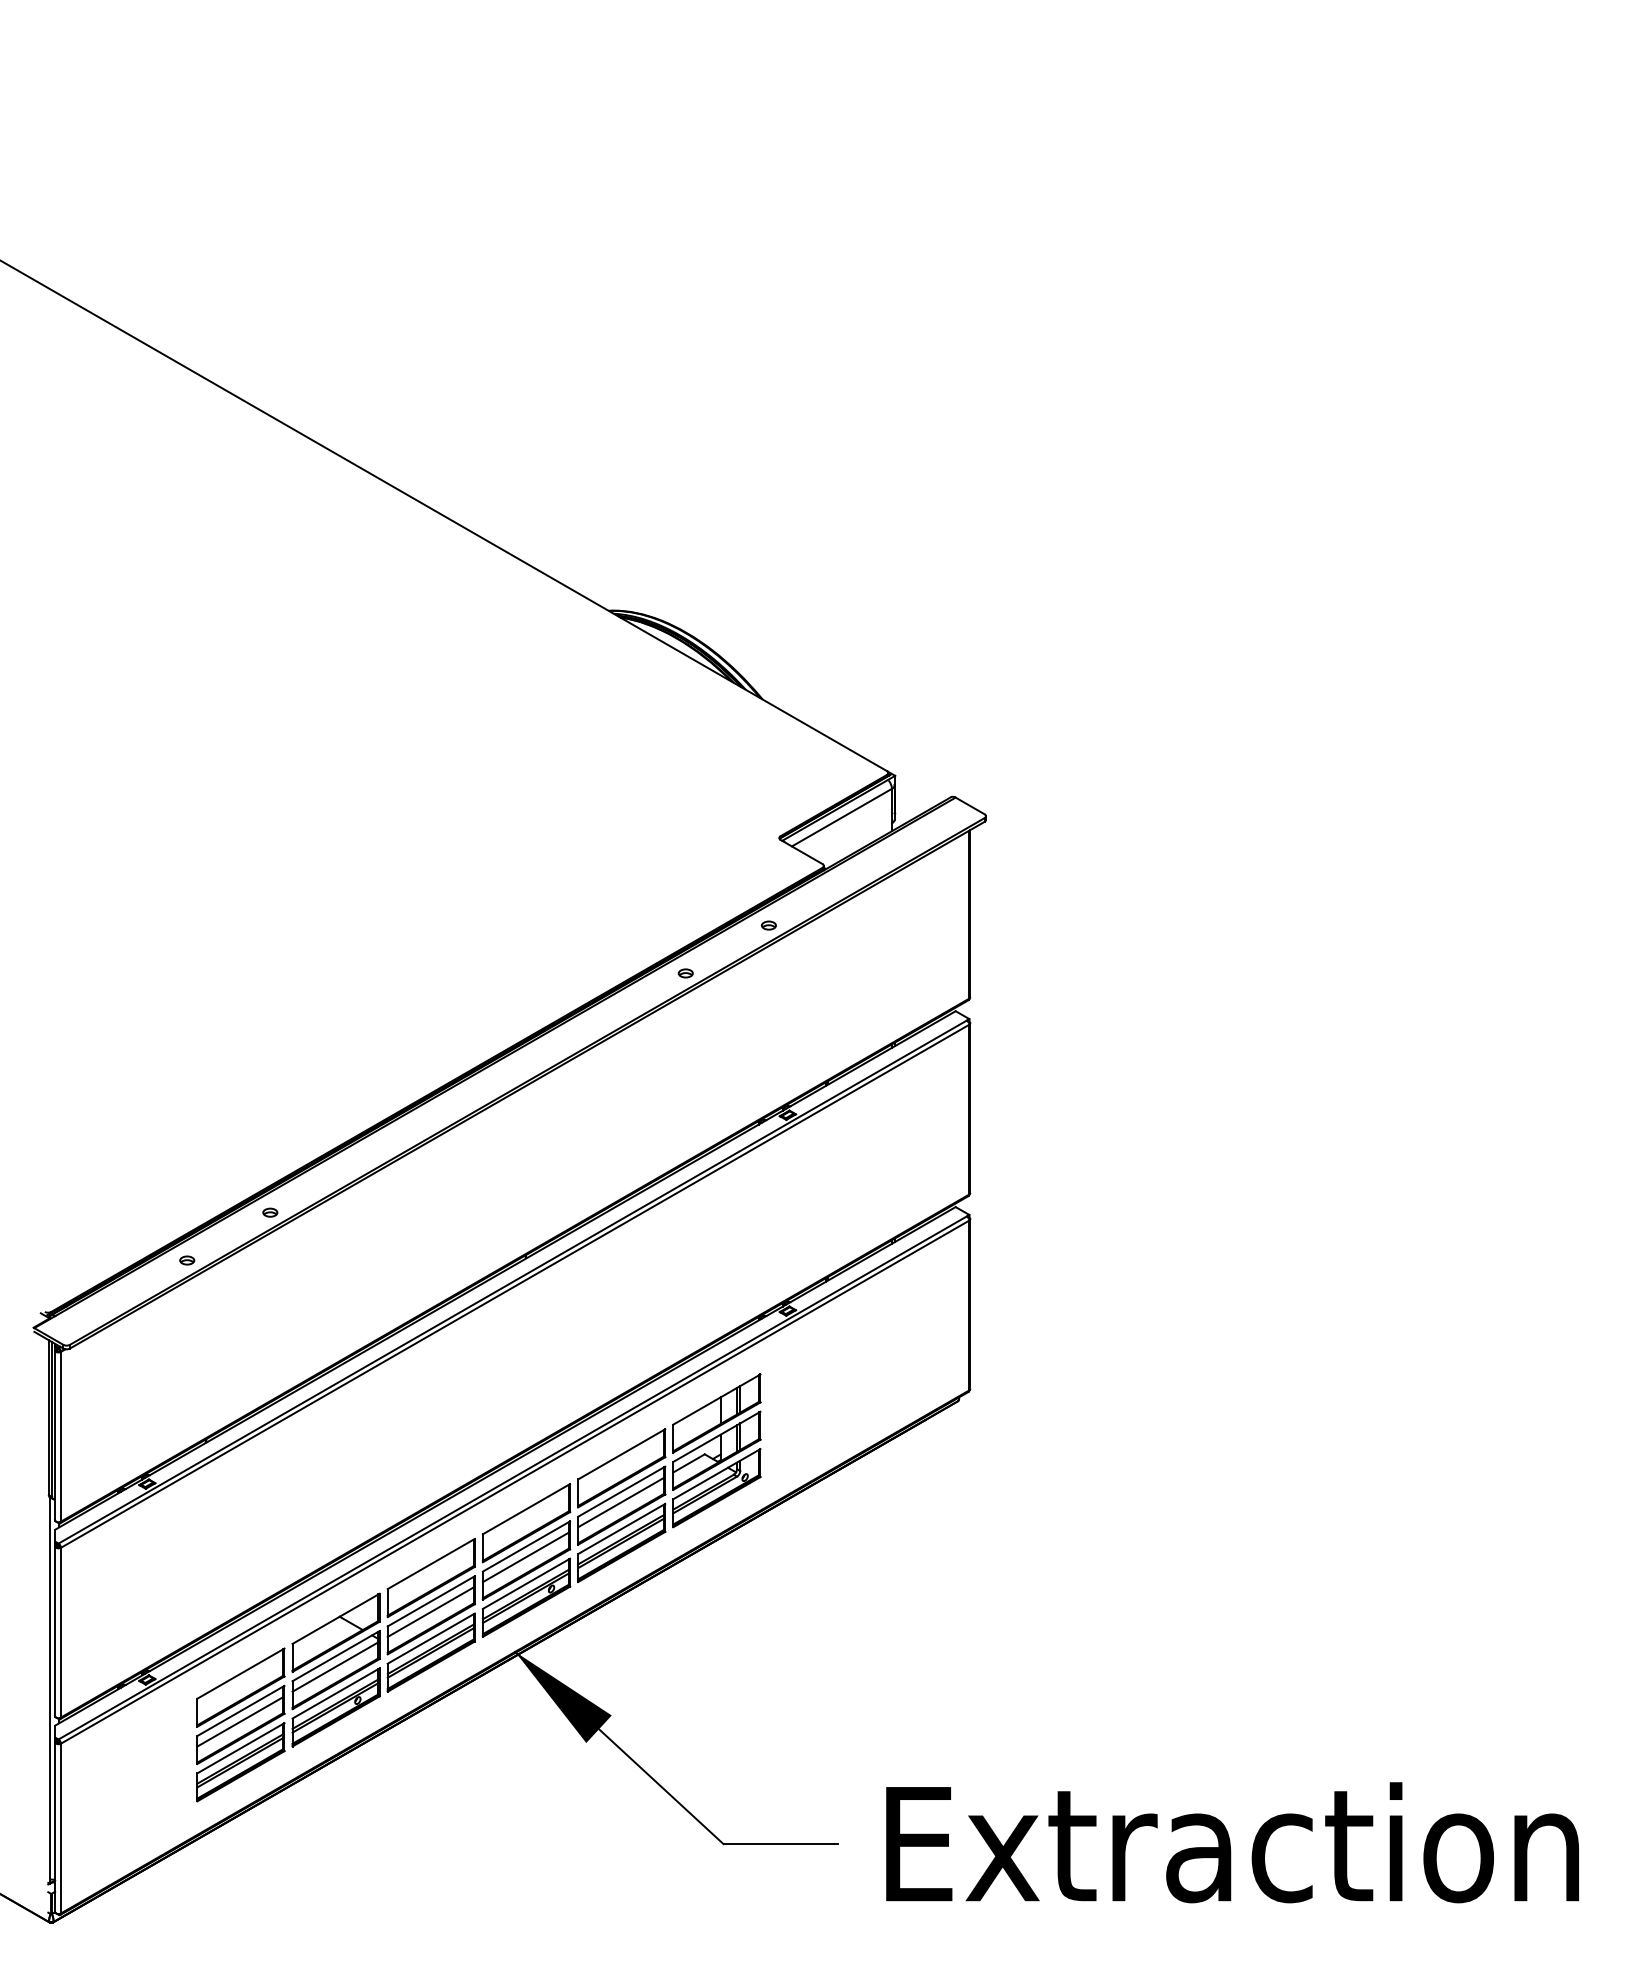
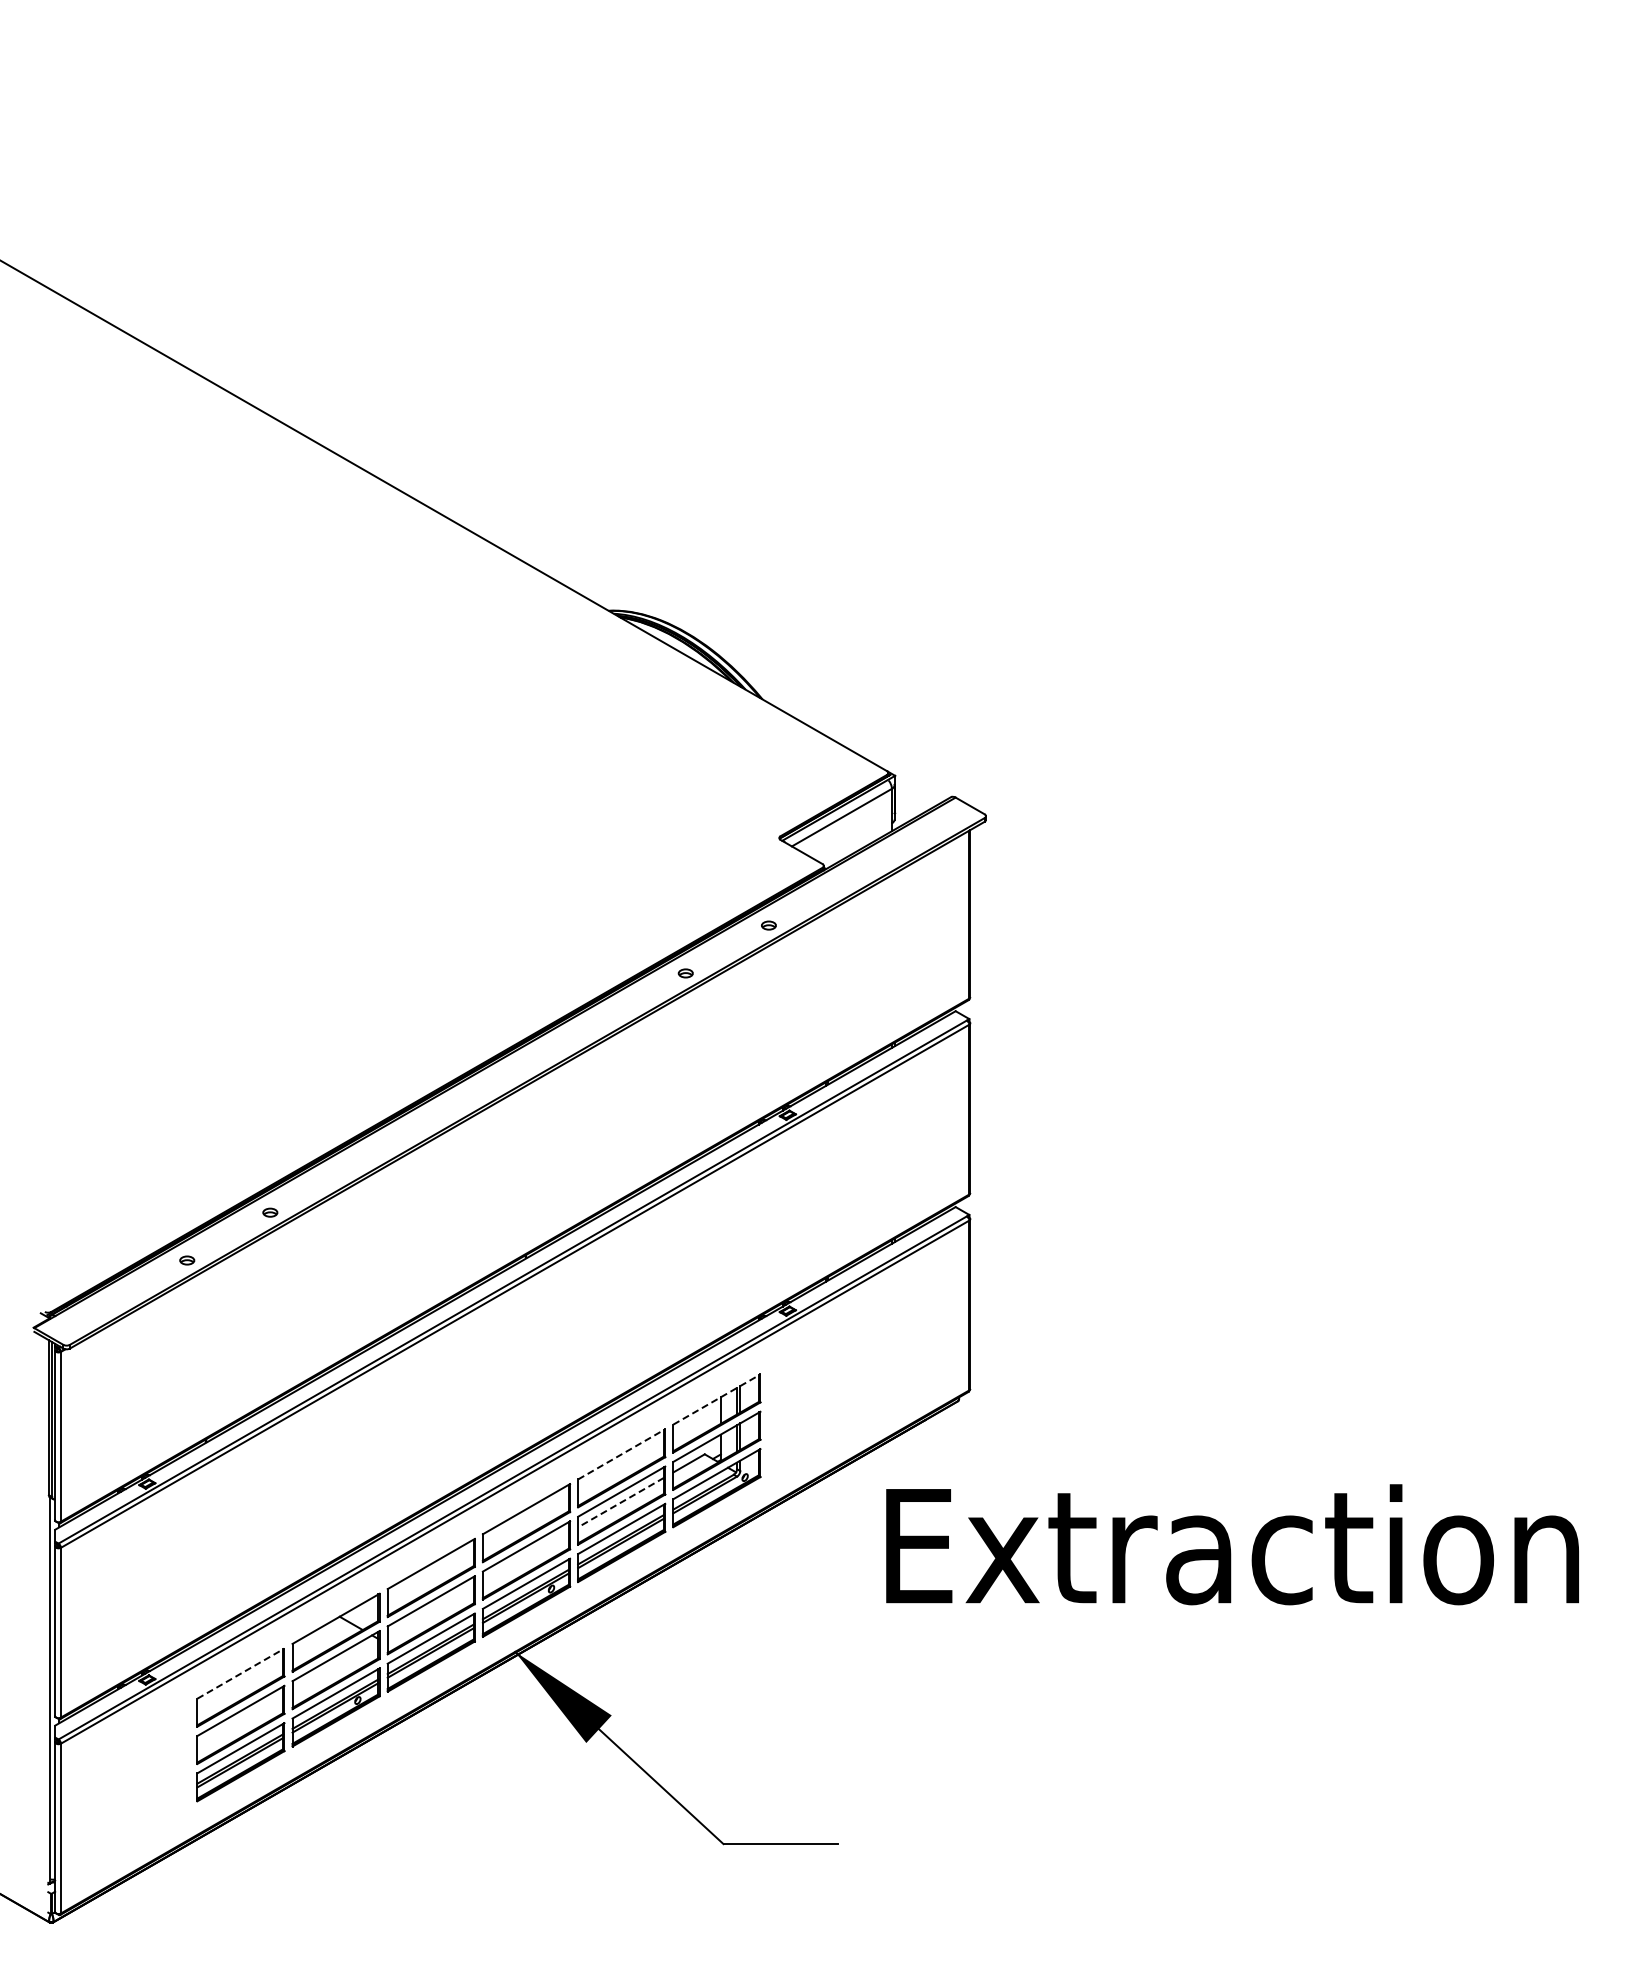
line at (717, 1399): solid -> dashed
line at (622, 1454): solid -> dashed
line at (621, 1502): solid -> dashed
line at (525, 1557): present -> none
line at (430, 1611): present -> none
line at (335, 1666): present -> none
line at (241, 1673): solid -> dashed
line at (240, 1721): present -> none
text at (1232, 1842) position: (1232, 1842) -> (1232, 1544)
